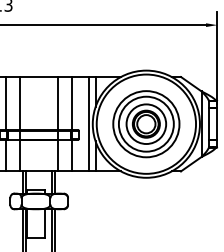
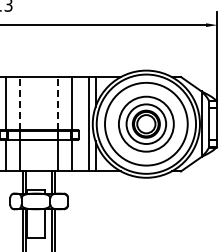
line at (20, 102): solid -> dashed
line at (58, 102): solid -> dashed
circle at (146, 124) diameter: 66 px -> 83 px
